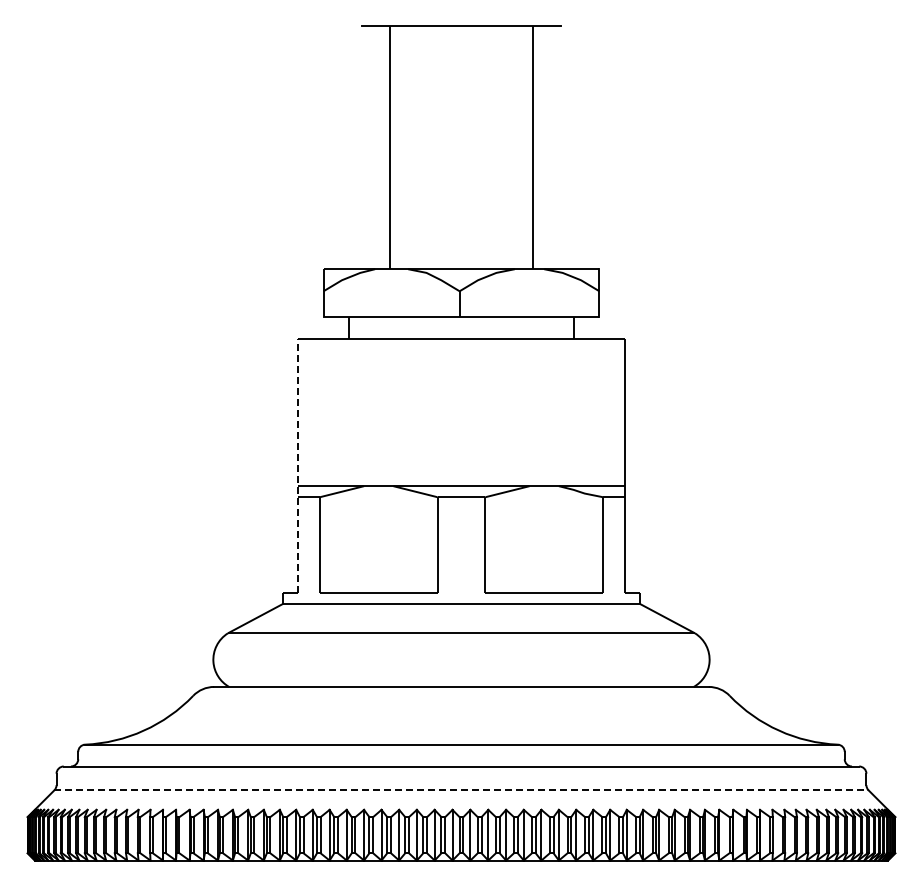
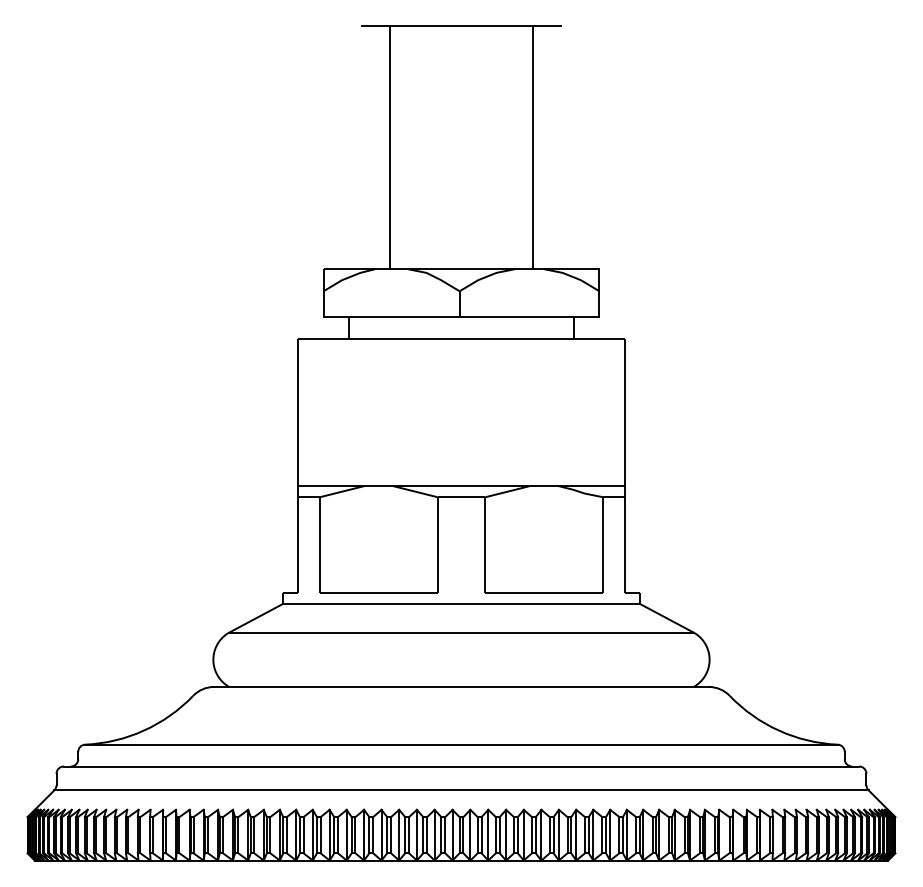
line at (297, 465): dashed -> solid
line at (462, 790): dashed -> solid
